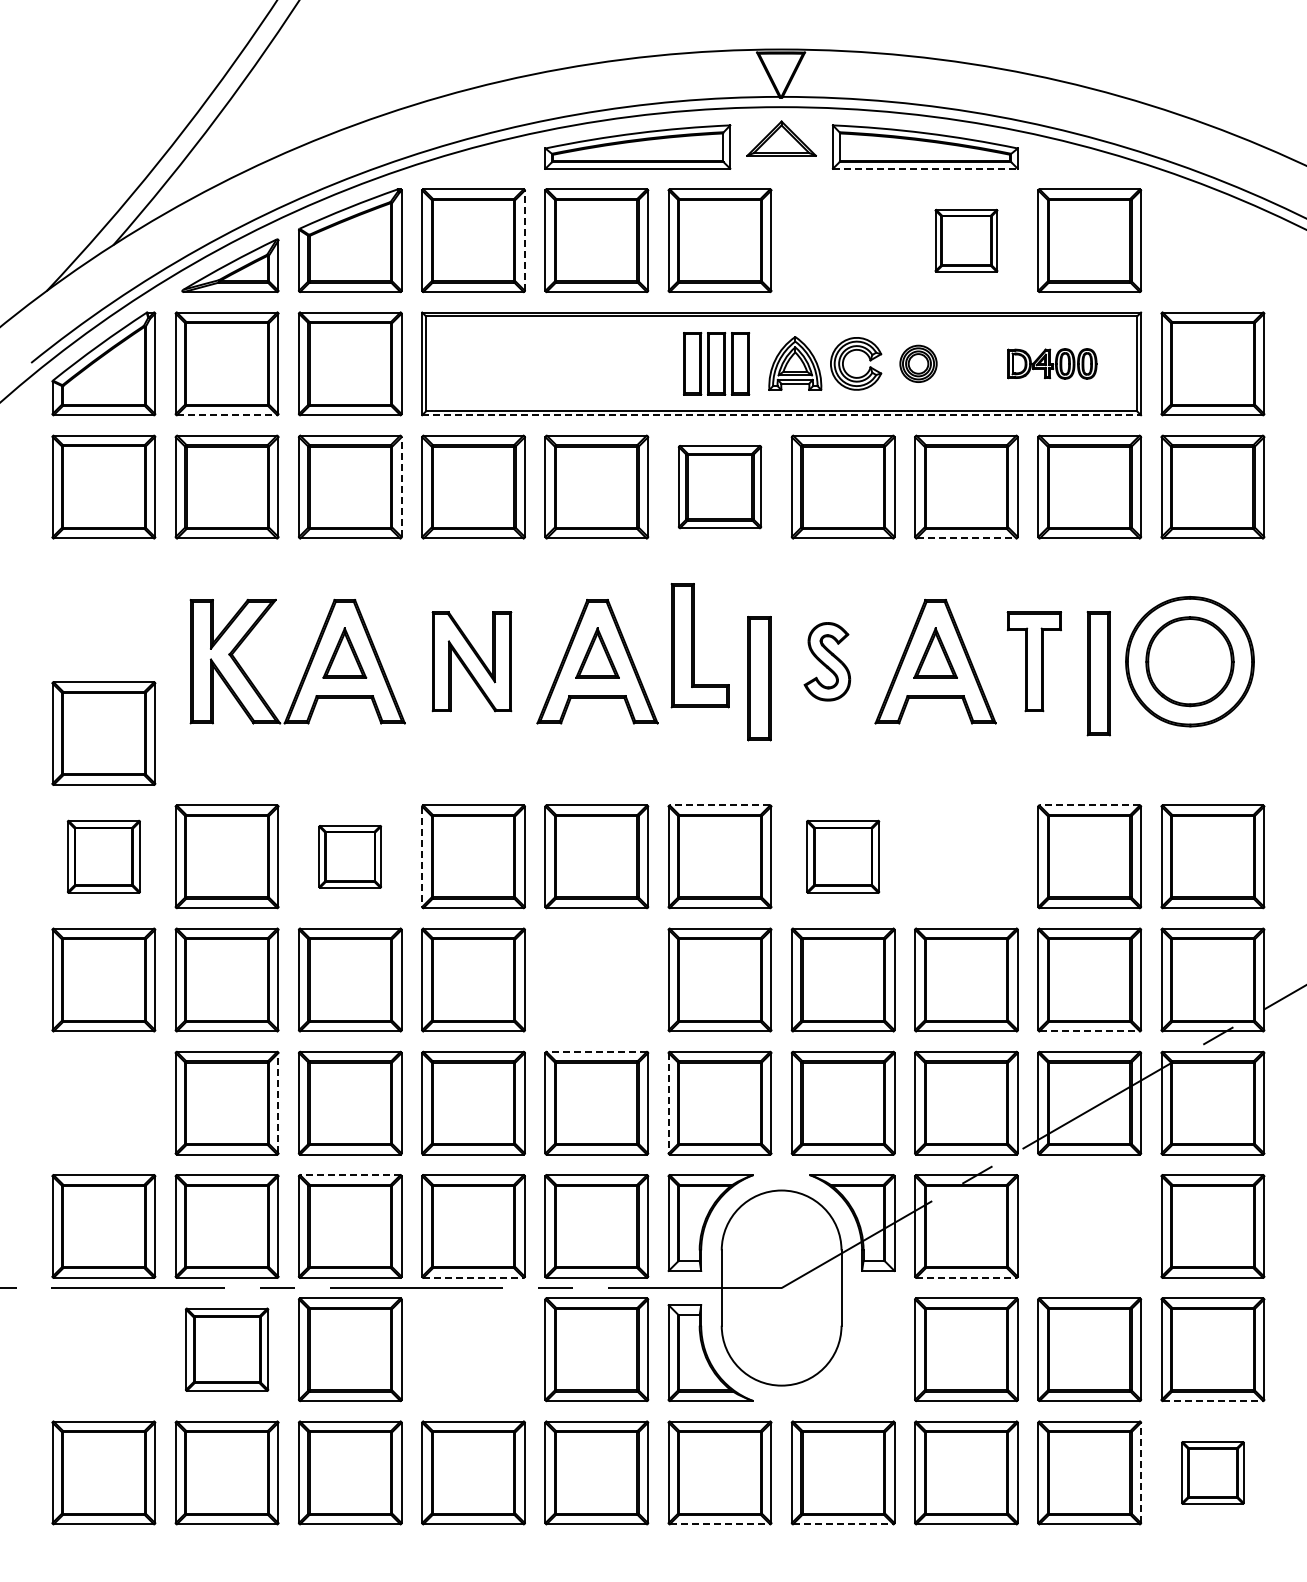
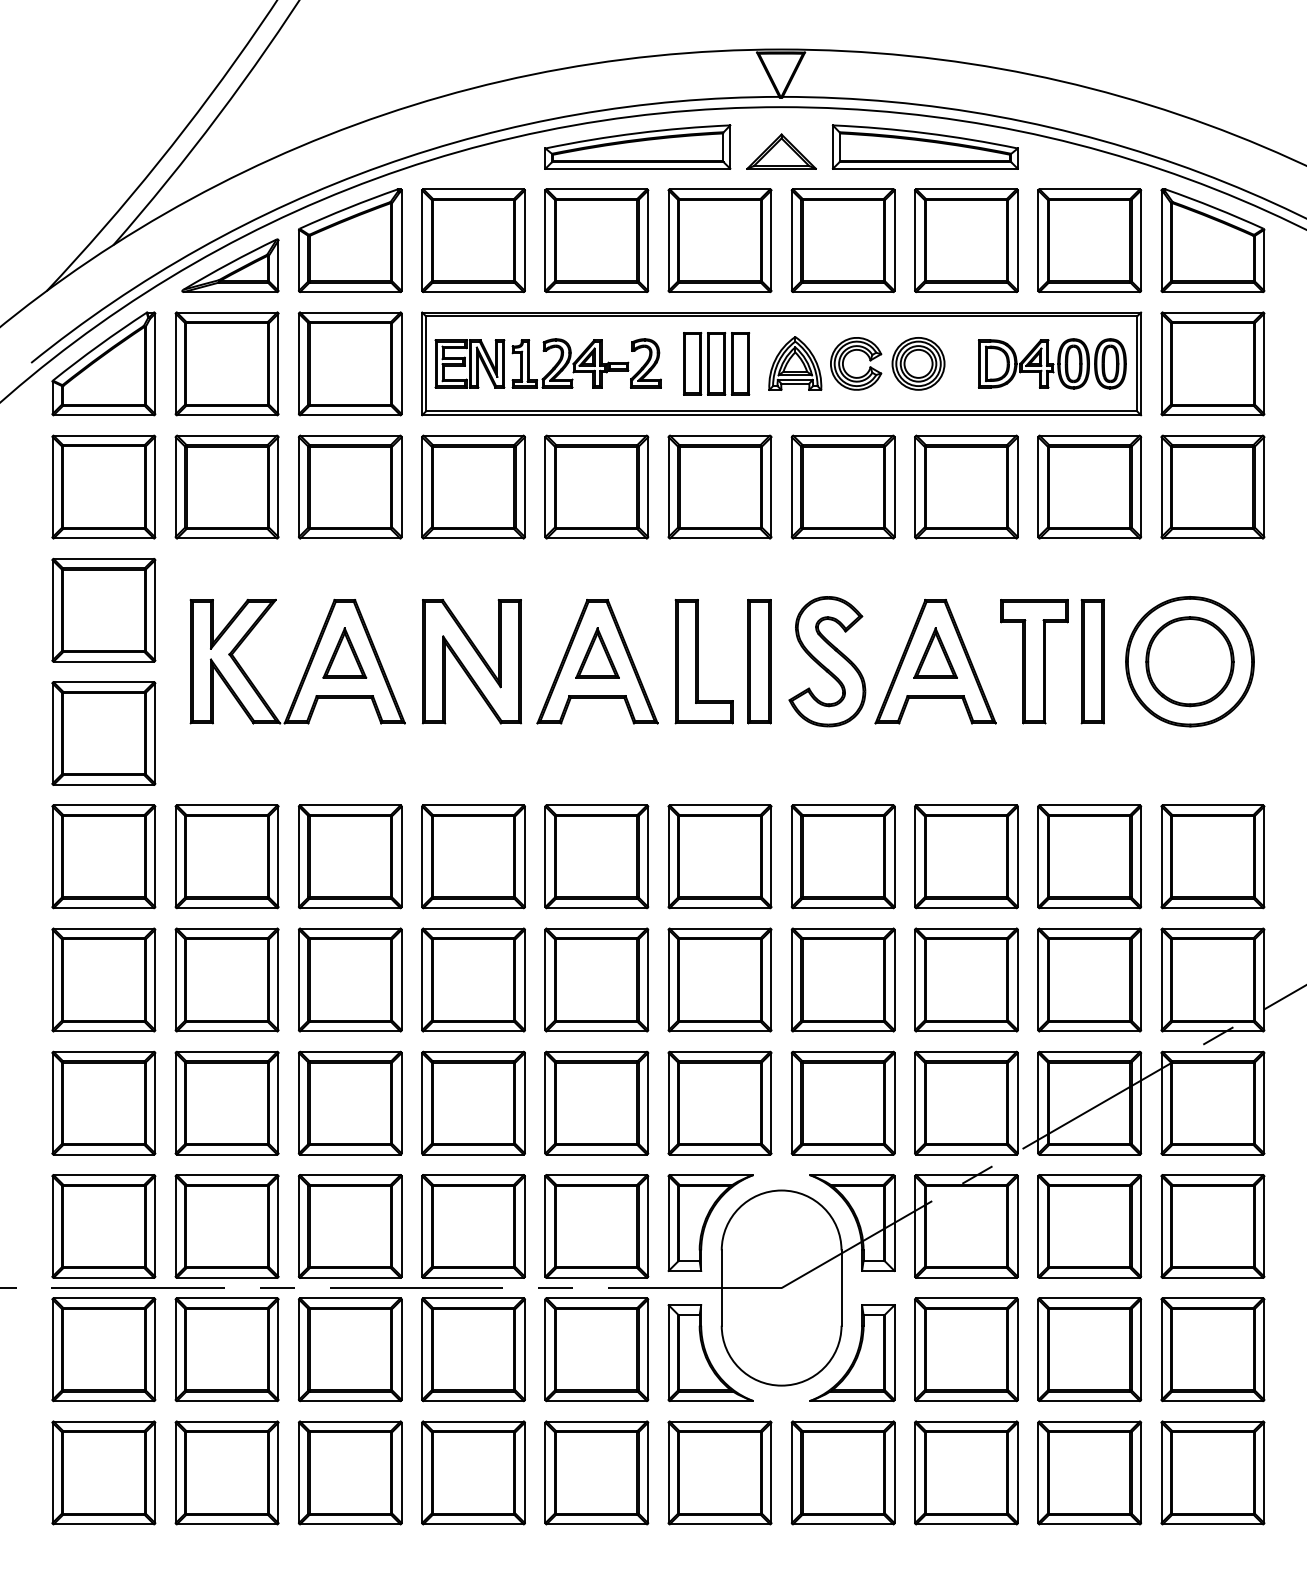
part at (781, 138) position: (781, 138) -> (781, 151)
line at (925, 168): dashed -> solid
line at (524, 240): dashed -> solid
part at (842, 240): none -> present
part at (966, 240) size: 65x65 px -> 105x106 px
part at (1212, 240): none -> present
part at (918, 363) size: 39x39 px -> 55x54 px
part at (1052, 363) size: 91x32 px -> 149x52 px
part at (552, 367): none -> present
line at (227, 415): dashed -> solid
line at (782, 415): dashed -> solid
line at (401, 487): dashed -> solid
part at (719, 487) size: 86x85 px -> 106x106 px
line at (966, 538): dashed -> solid
part at (103, 609): none -> present
part at (699, 645) position: (699, 645) -> (703, 661)
part at (471, 661) size: 82x102 px -> 100x126 px
part at (827, 661) size: 49x80 px -> 79x132 px
part at (1033, 661) size: 56x102 px -> 69x126 px
part at (1098, 673) position: (1098, 673) -> (1092, 661)
part at (759, 678) position: (759, 678) -> (759, 661)
line at (719, 805): dashed -> solid
line at (1089, 805): dashed -> solid
part at (103, 856) size: 75x75 px -> 106x106 px
part at (350, 856) size: 65x64 px -> 106x106 px
part at (843, 856) size: 75x75 px -> 106x106 px
part at (966, 856): none -> present
line at (422, 857): dashed -> solid
part at (596, 979): none -> present
line at (1090, 1031): dashed -> solid
line at (596, 1051): dashed -> solid
part at (103, 1102): none -> present
line at (278, 1102): dashed -> solid
line at (668, 1103): dashed -> solid
line at (349, 1175): dashed -> solid
part at (1089, 1226): none -> present
line at (474, 1277): dashed -> solid
line at (966, 1277): dashed -> solid
part at (103, 1349): none -> present
part at (227, 1349) size: 85x85 px -> 106x106 px
part at (473, 1349): none -> present
part at (852, 1353): none -> present
line at (1213, 1401): dashed -> solid
line at (1141, 1472): dashed -> solid
part at (1212, 1472) size: 64x64 px -> 106x106 px
line at (720, 1524): dashed -> solid
line at (843, 1524): dashed -> solid
